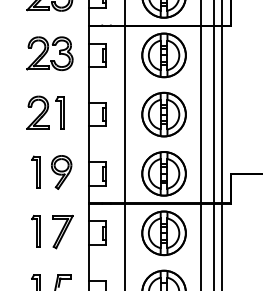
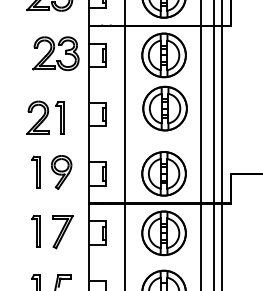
part at (49, 53) position: (49, 53) -> (55, 53)
part at (45, 112) position: (45, 112) -> (45, 117)
part at (163, 114) position: (163, 114) -> (164, 108)
